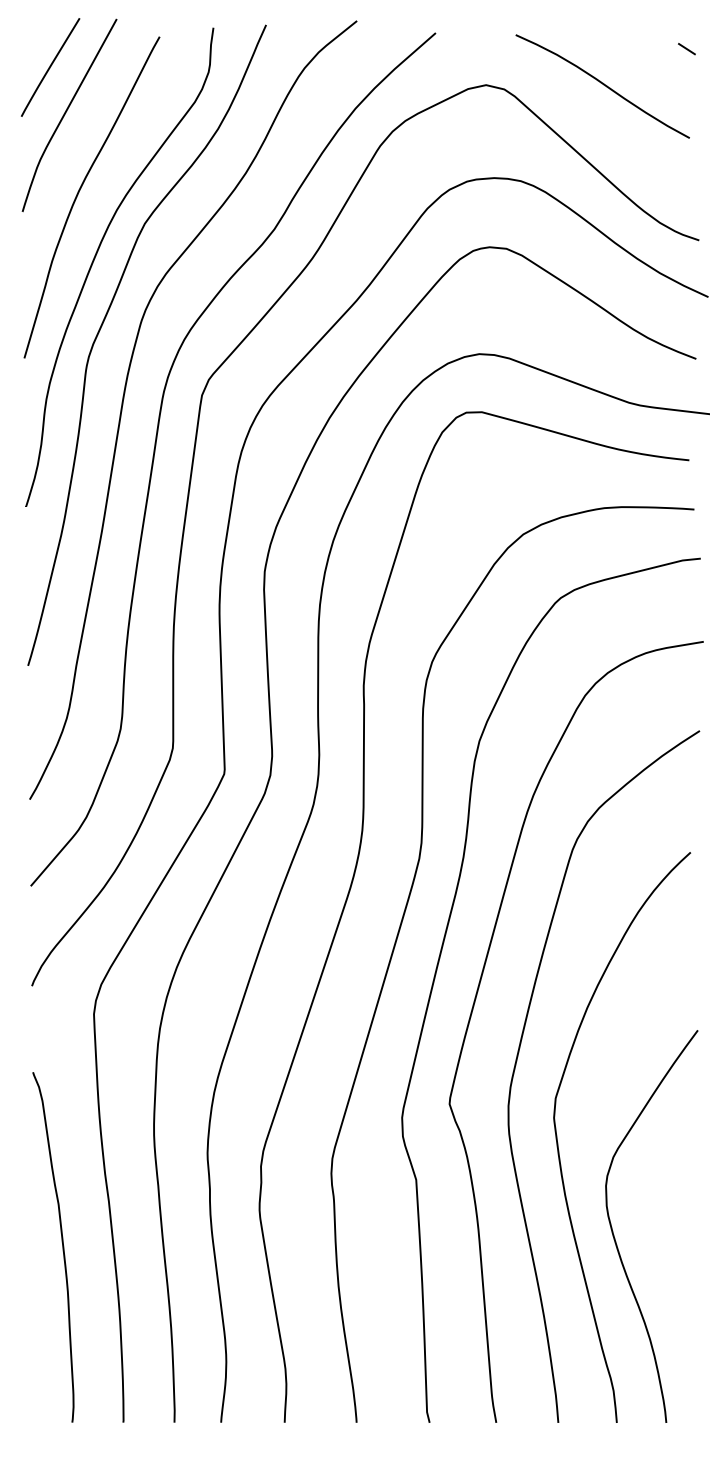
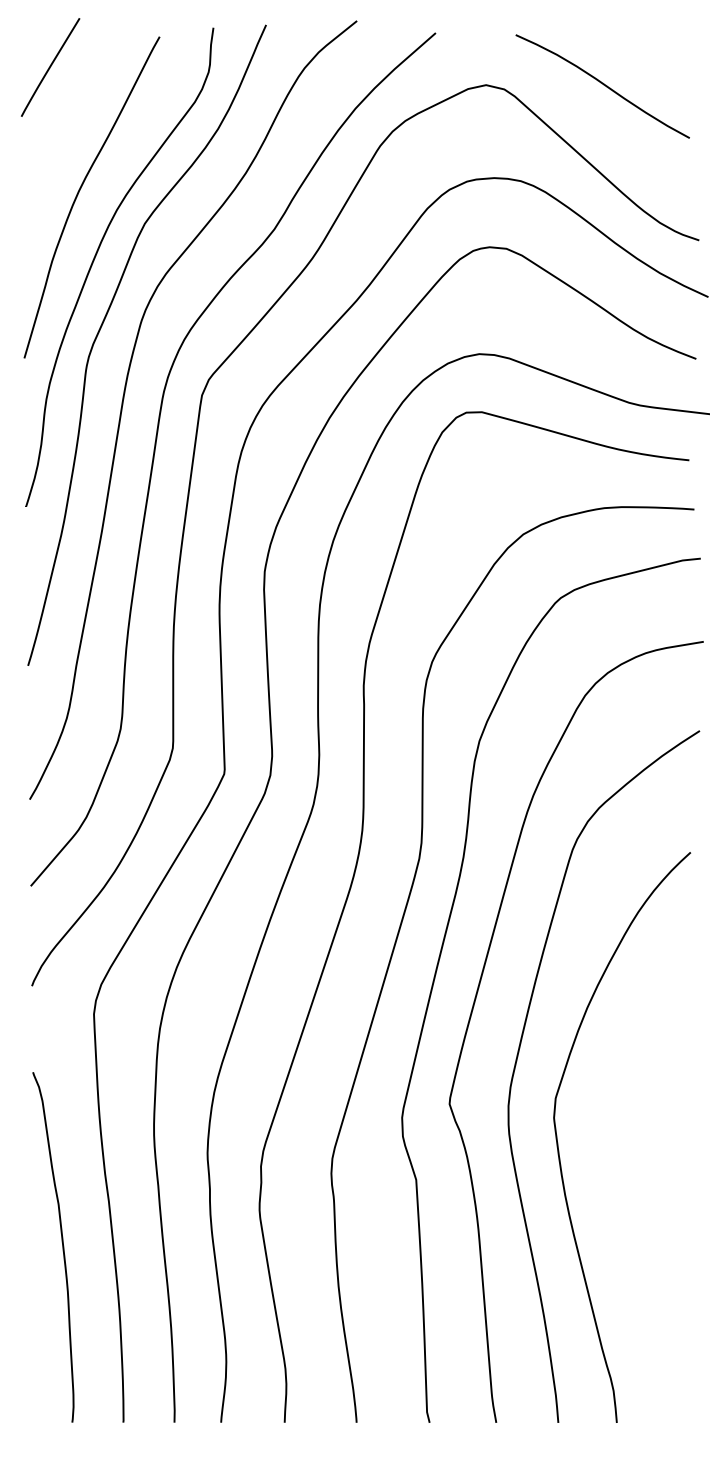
line at (686, 49): present -> none
part at (69, 115): present -> none
curve at (614, 1234): present -> none
